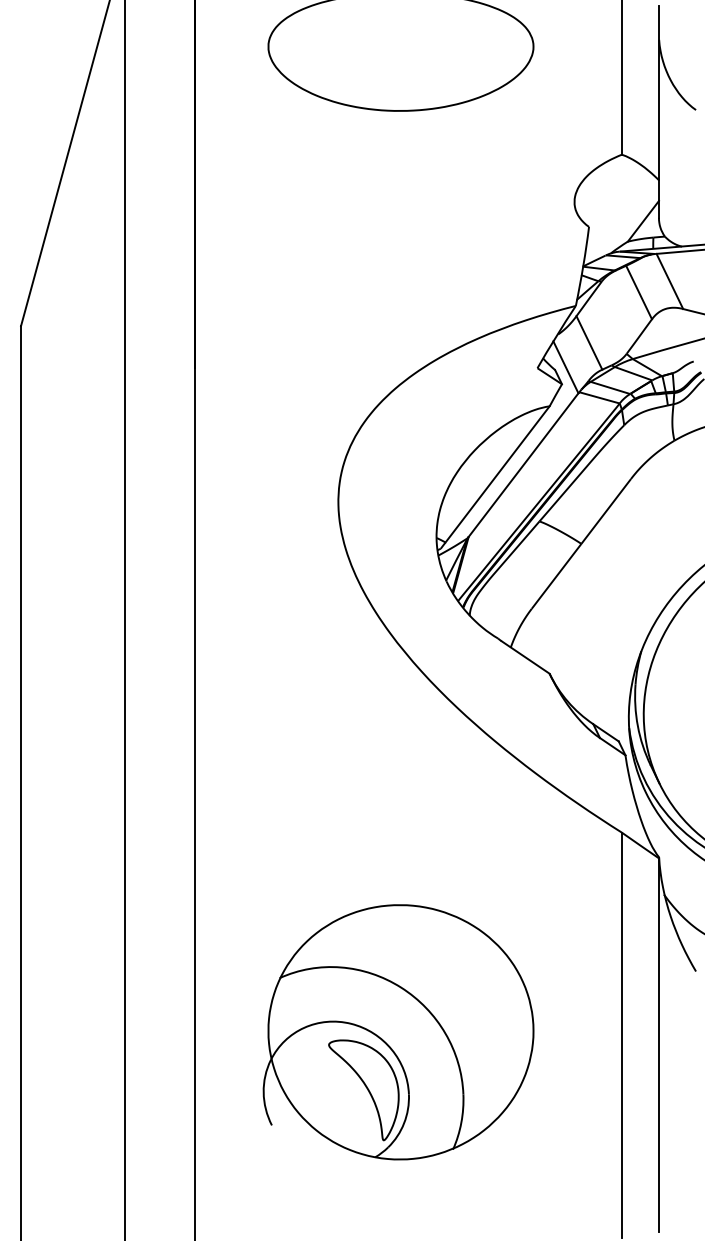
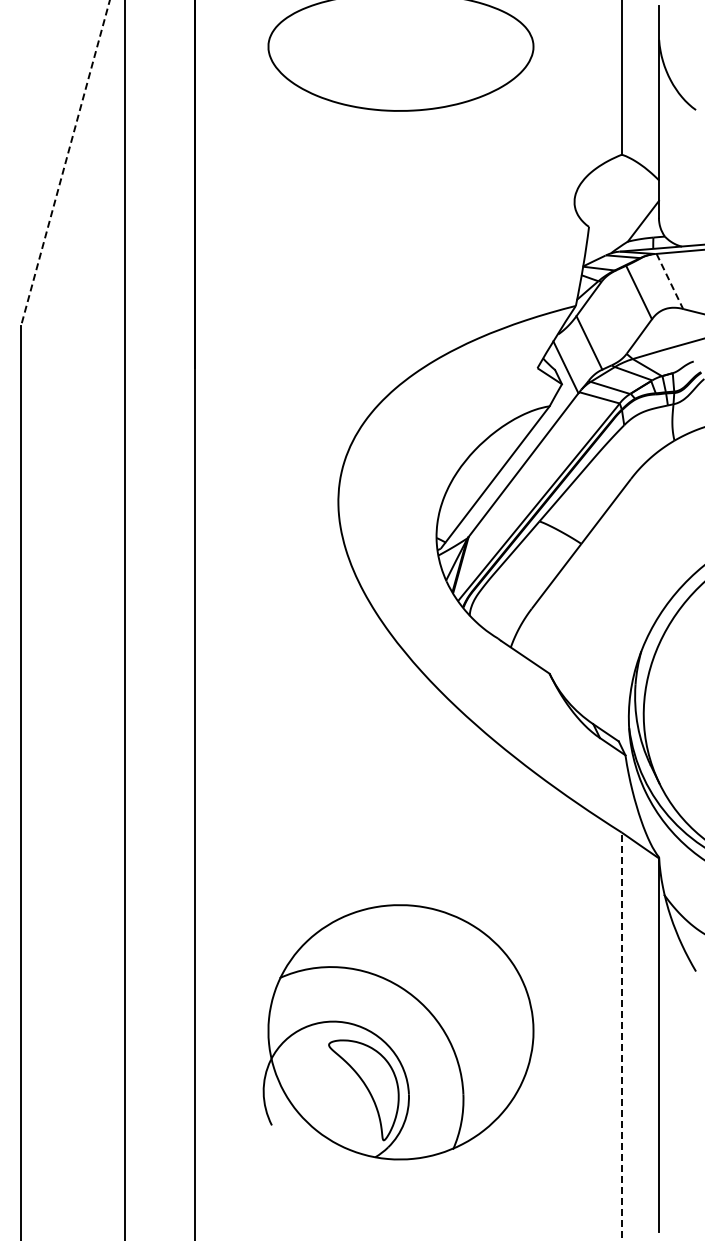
line at (65, 163): solid -> dashed
line at (669, 281): solid -> dashed
line at (621, 1035): solid -> dashed
